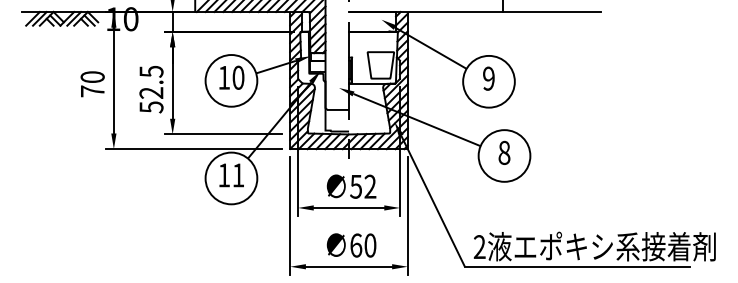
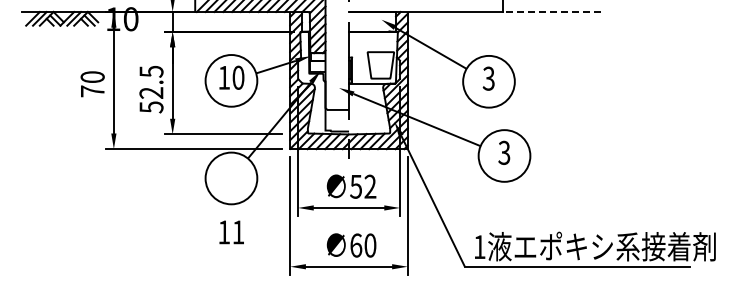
line at (551, 12): solid -> dashed
text at (488, 78): 9 -> 3
text at (504, 152): 8 -> 3
text at (231, 175) position: (231, 175) -> (231, 232)
text at (479, 246): 2 -> 1
